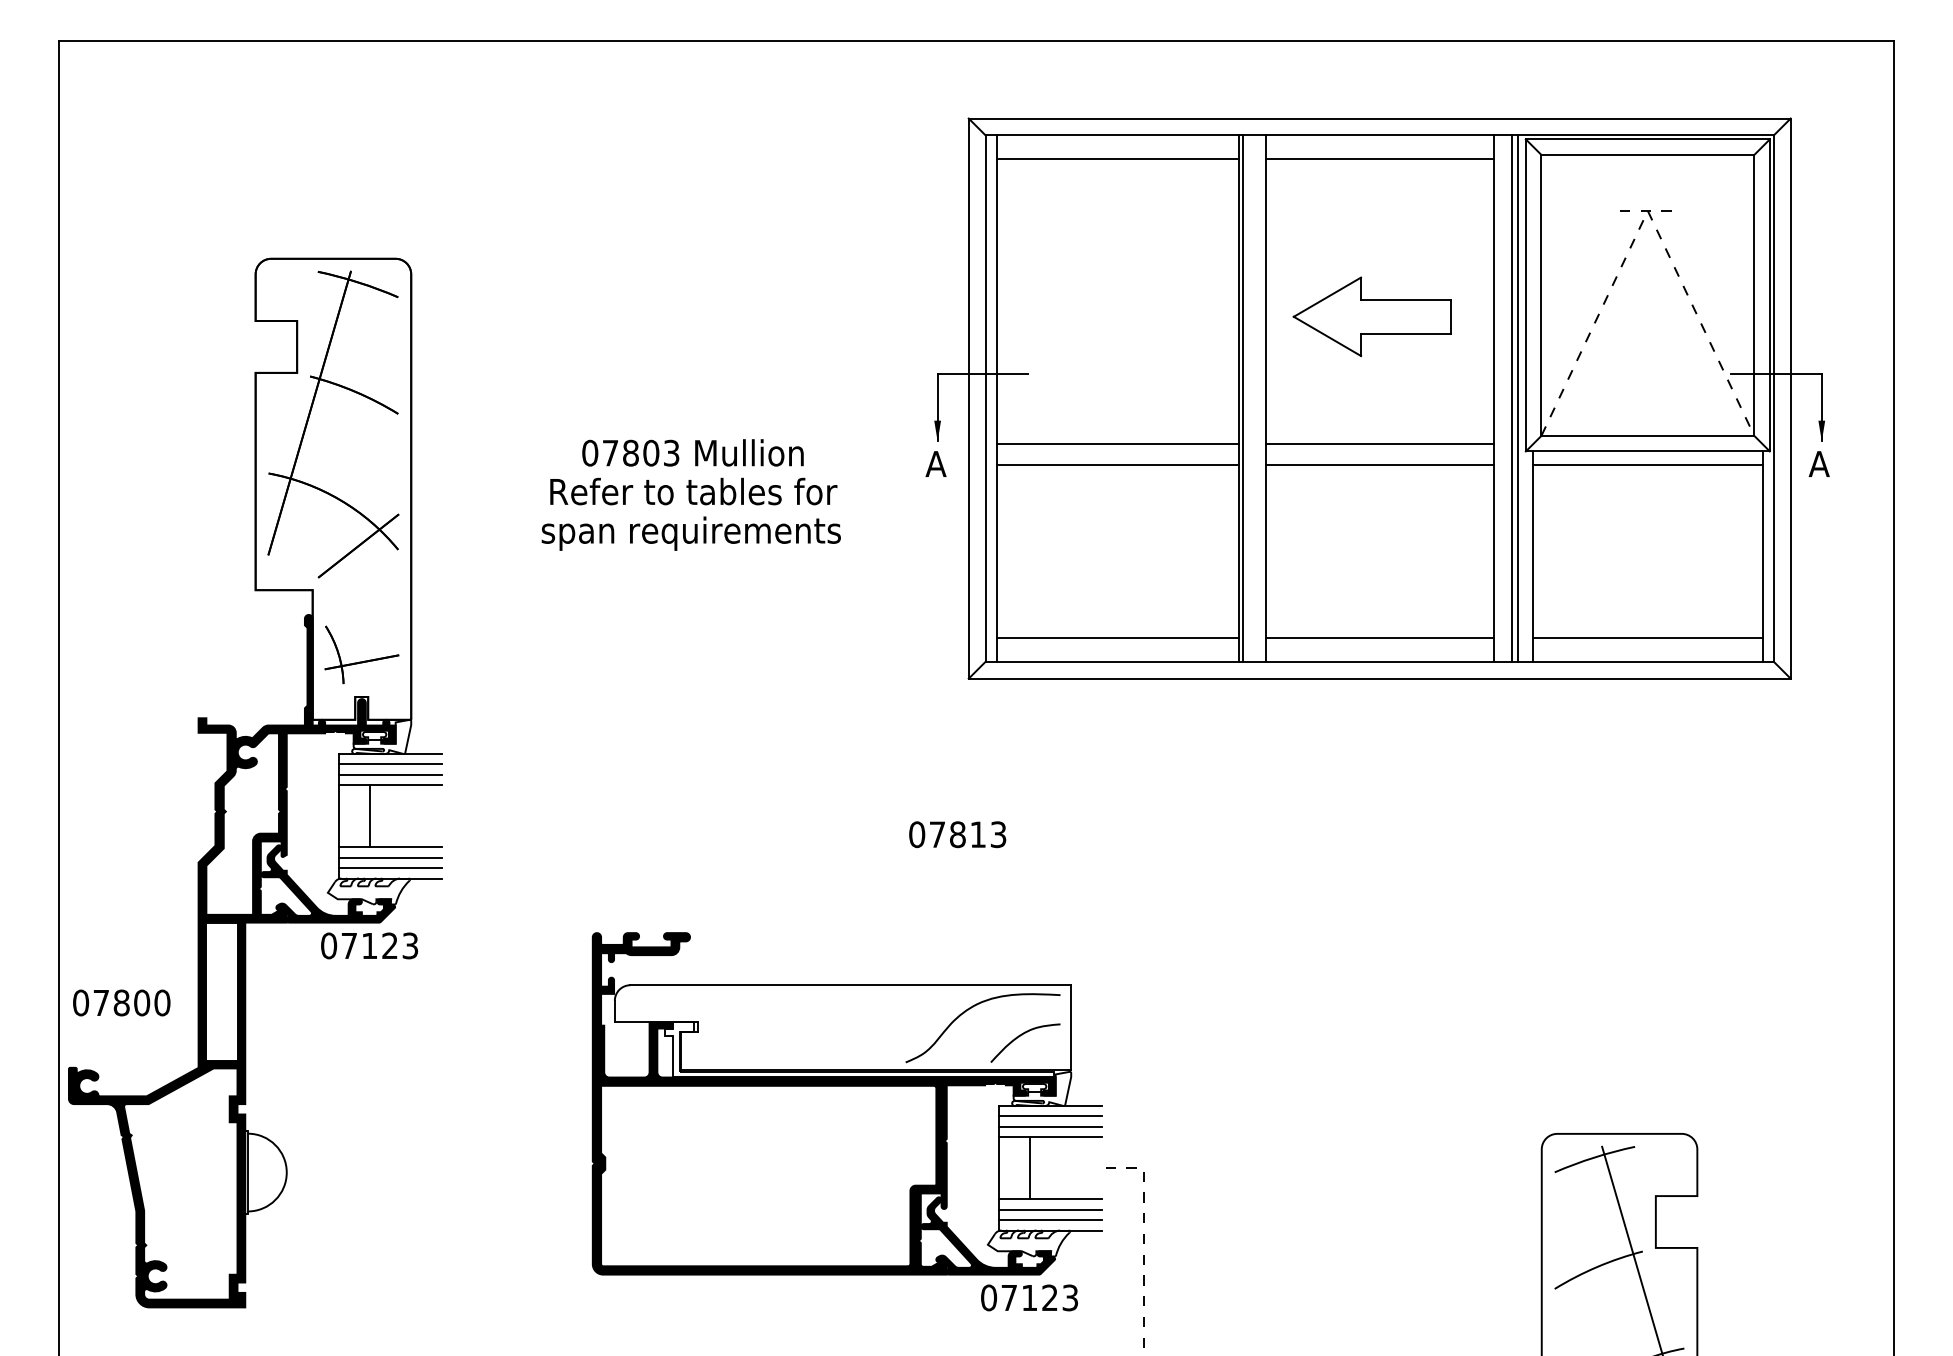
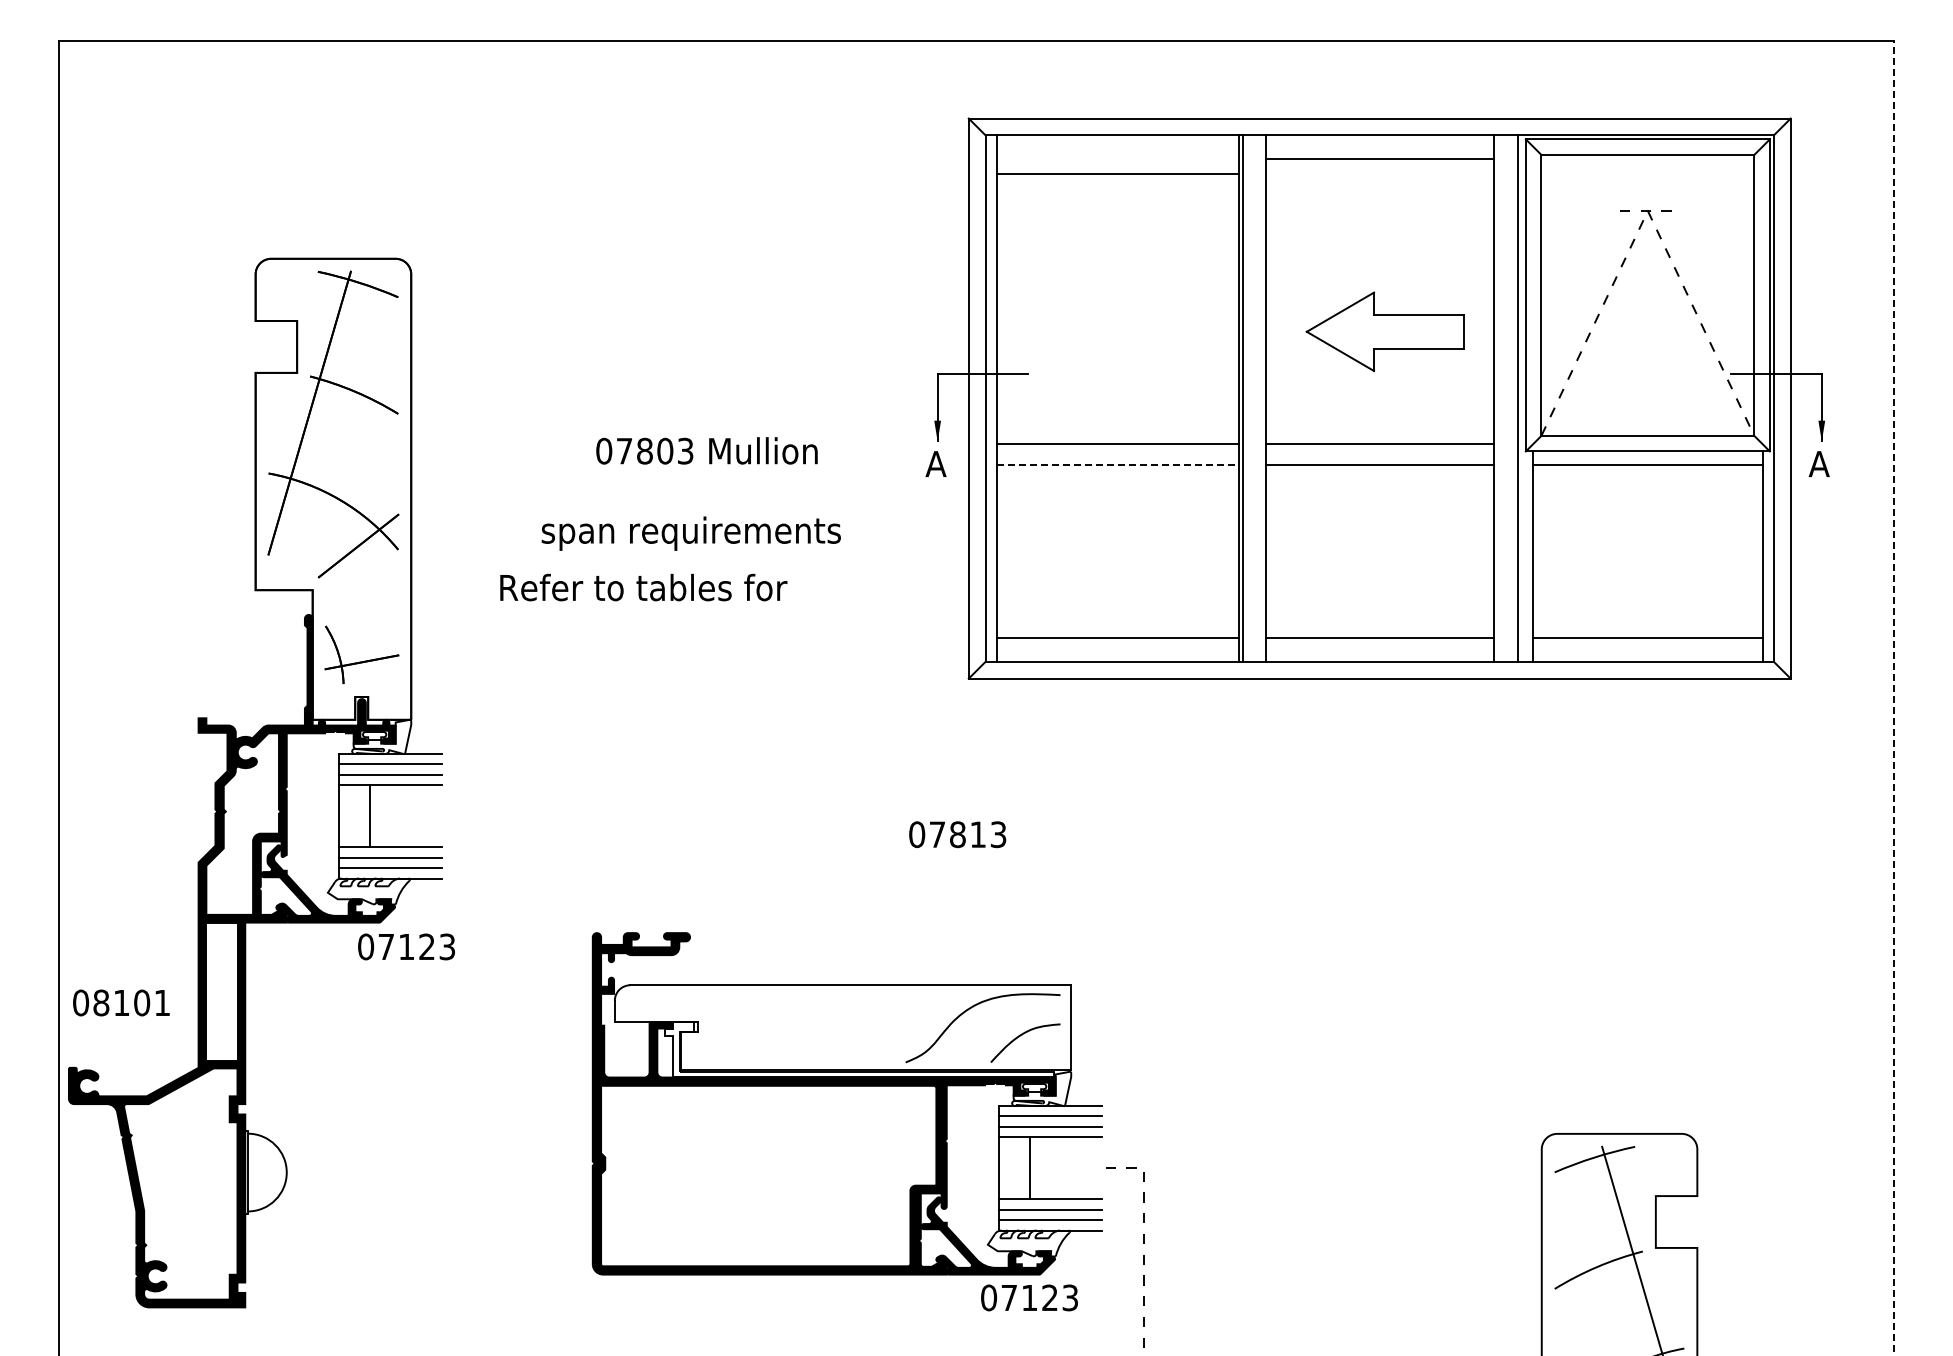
line at (1117, 159) position: (1117, 159) -> (1117, 174)
part at (1371, 316) position: (1371, 316) -> (1384, 331)
line at (1512, 398): present -> none
text at (692, 452) position: (692, 452) -> (706, 450)
line at (1118, 464): solid -> dashed
text at (693, 491) position: (693, 491) -> (643, 587)
line at (1894, 697): solid -> dashed
text at (369, 945) position: (369, 945) -> (406, 946)
text at (131, 1002): 07800 -> 08101
